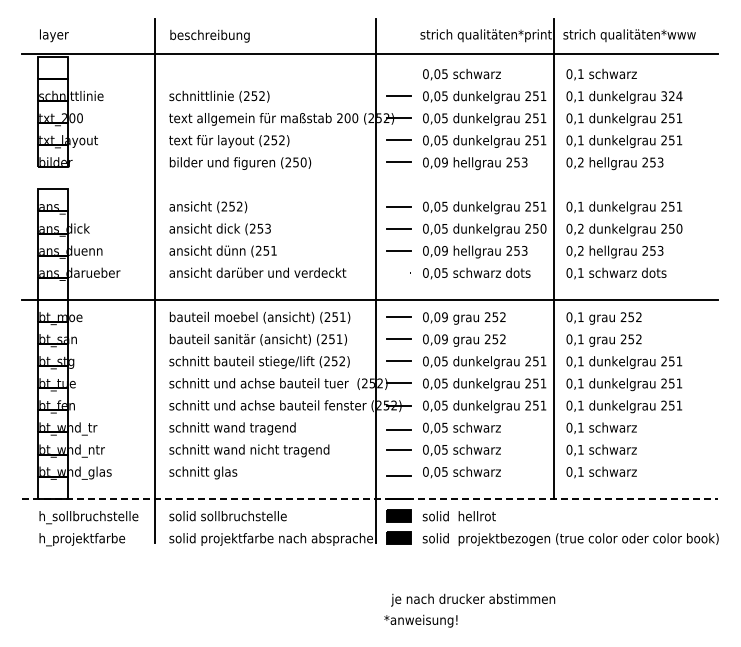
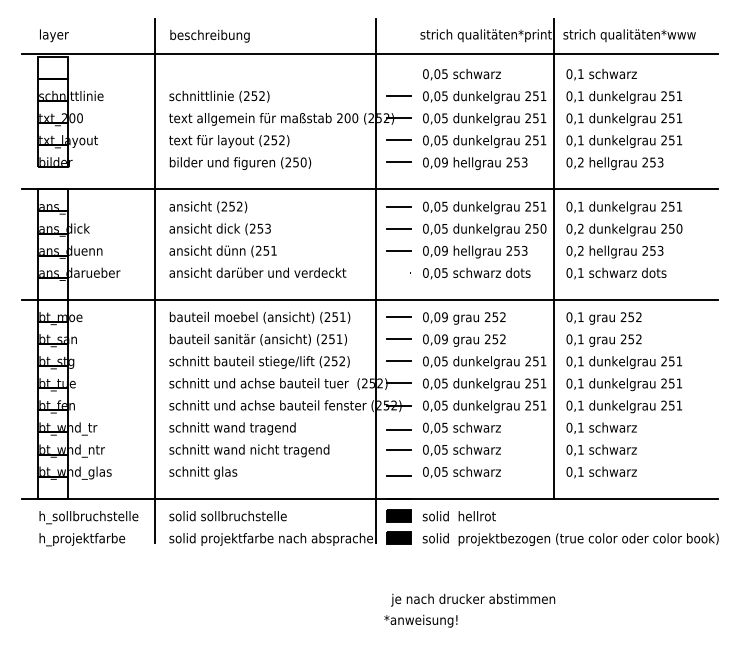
text at (671, 96): 324 -> 251
line at (369, 189): none -> present
line at (369, 499): dashed -> solid
